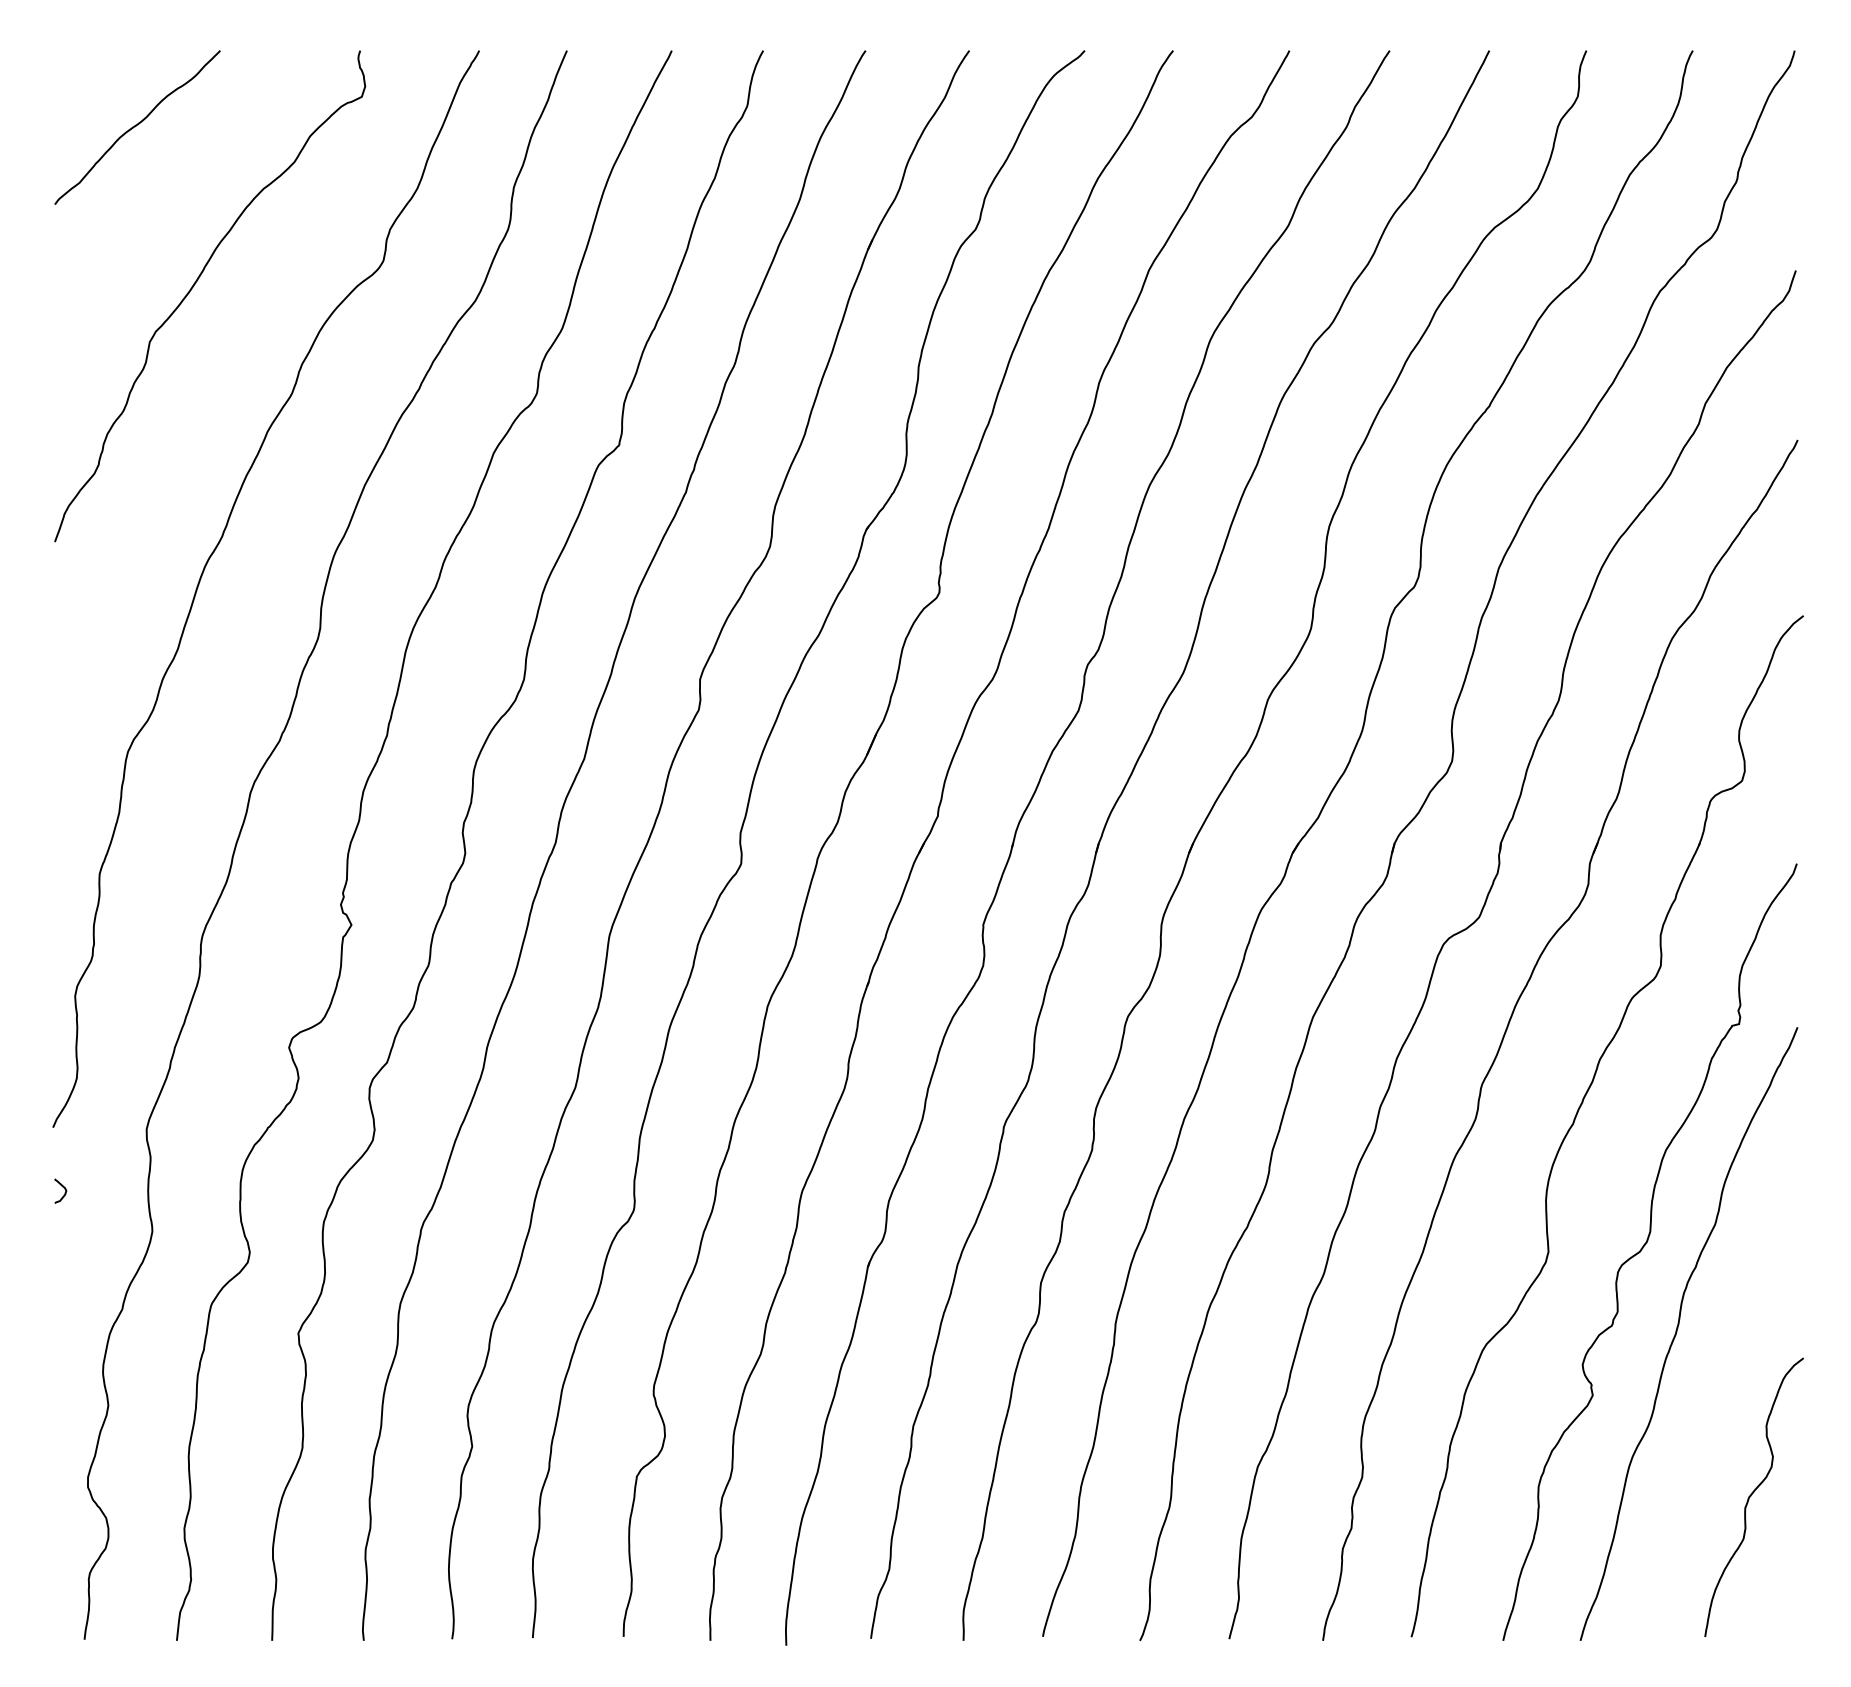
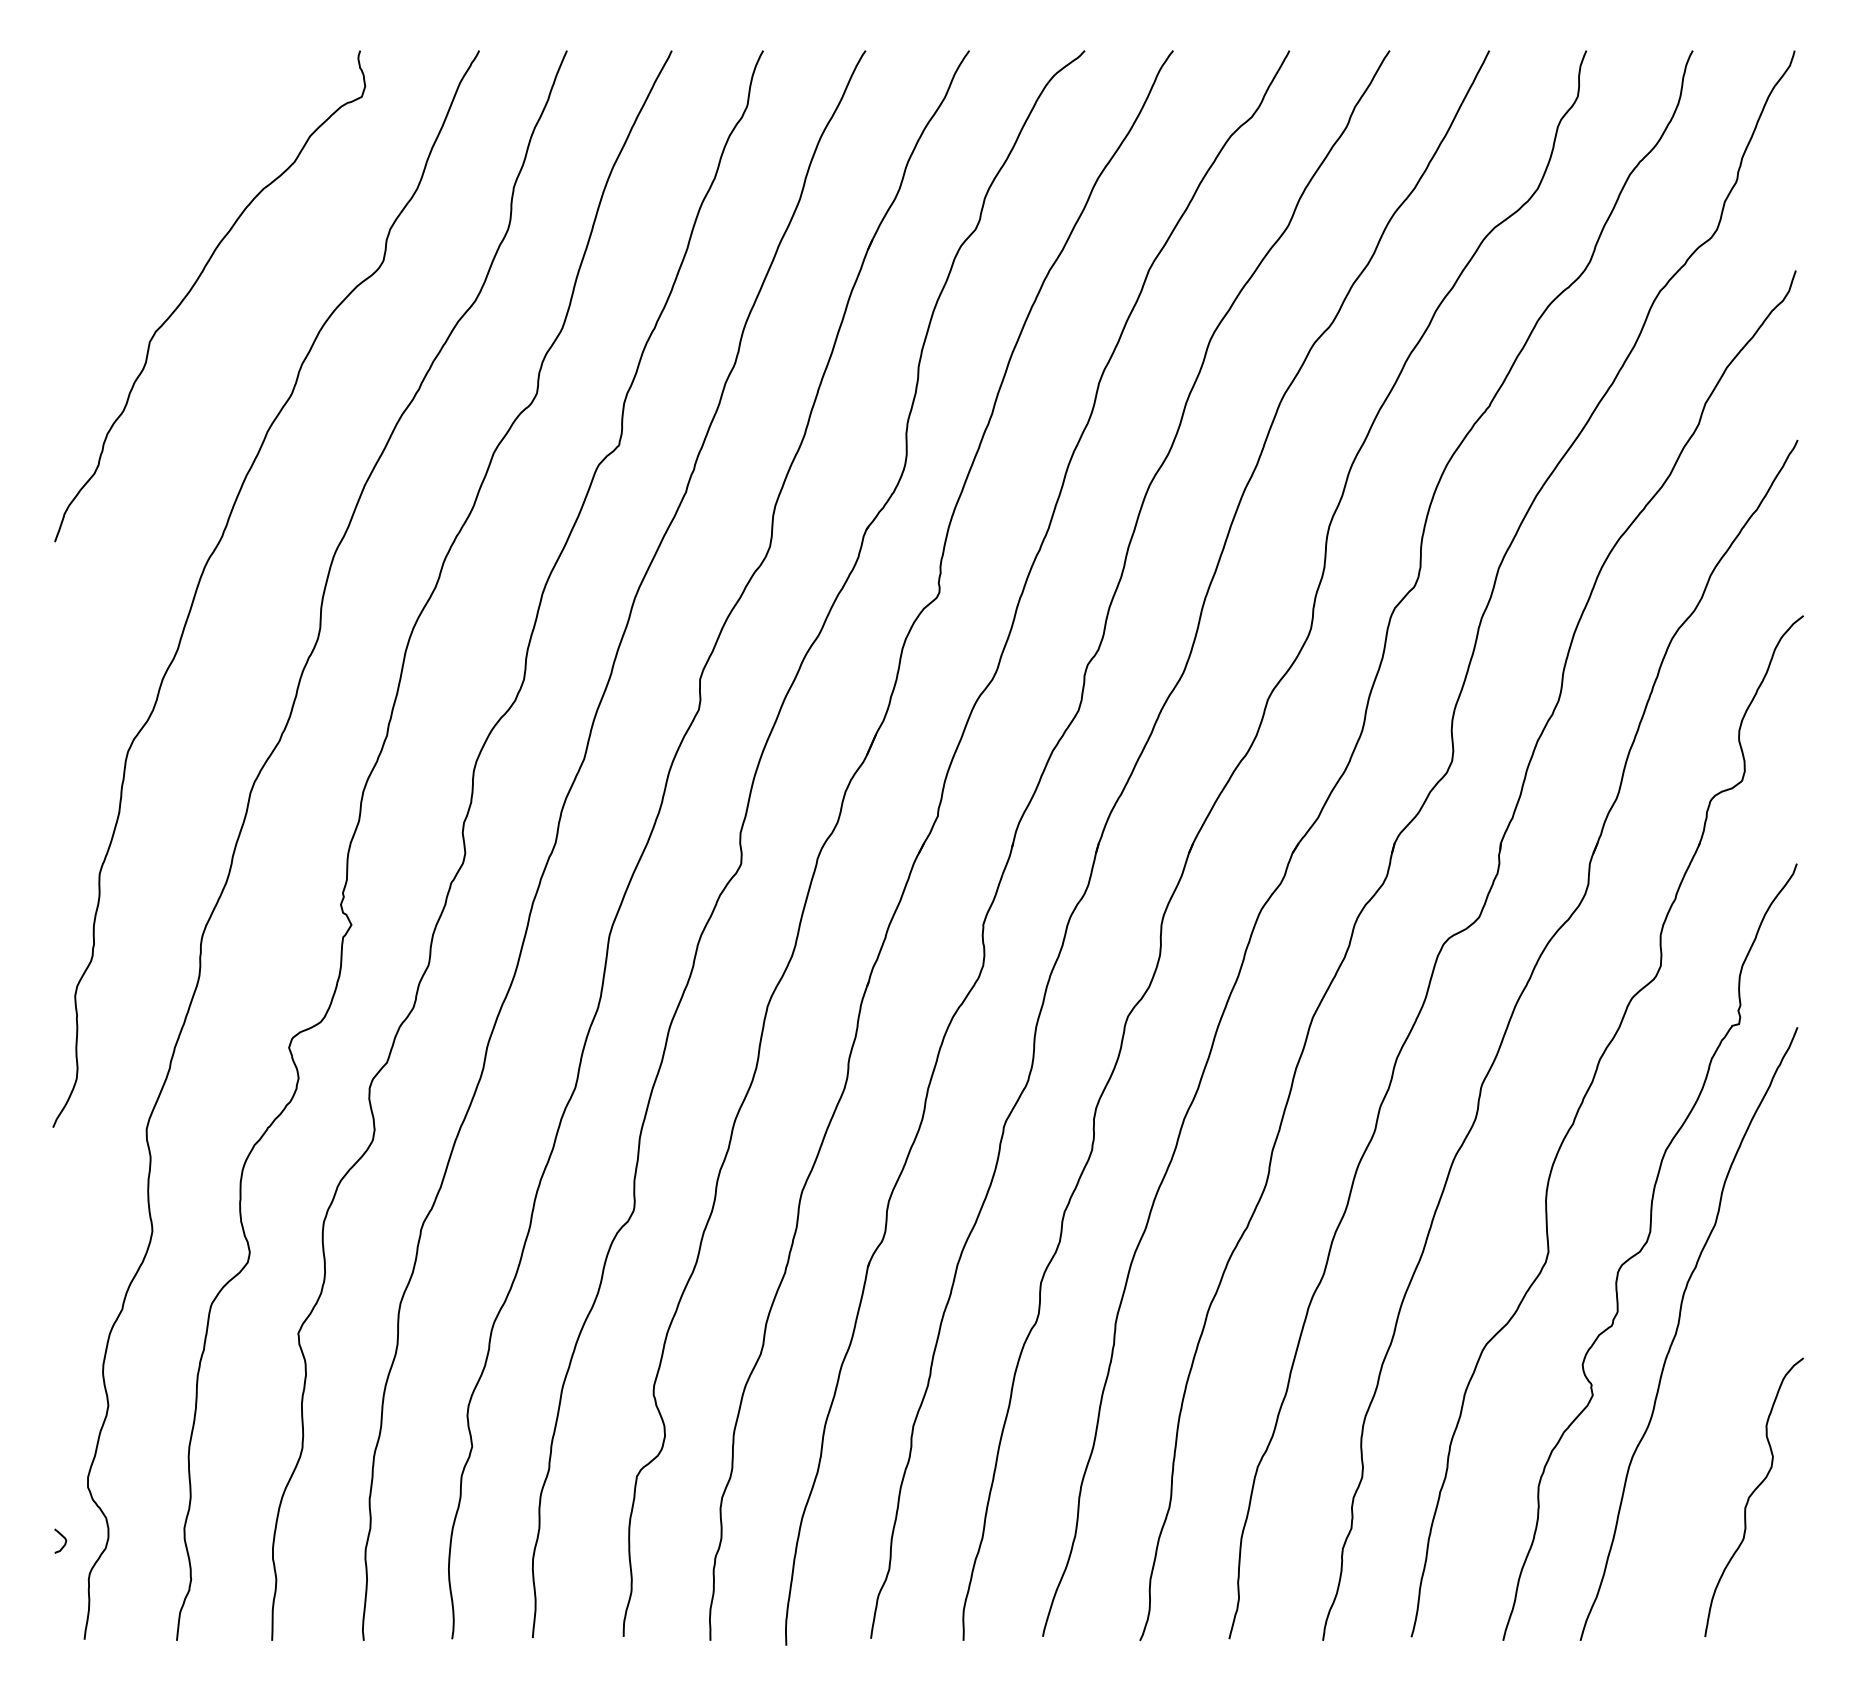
curve at (136, 126): present -> none
curve at (62, 1187) position: (62, 1187) -> (62, 1537)
